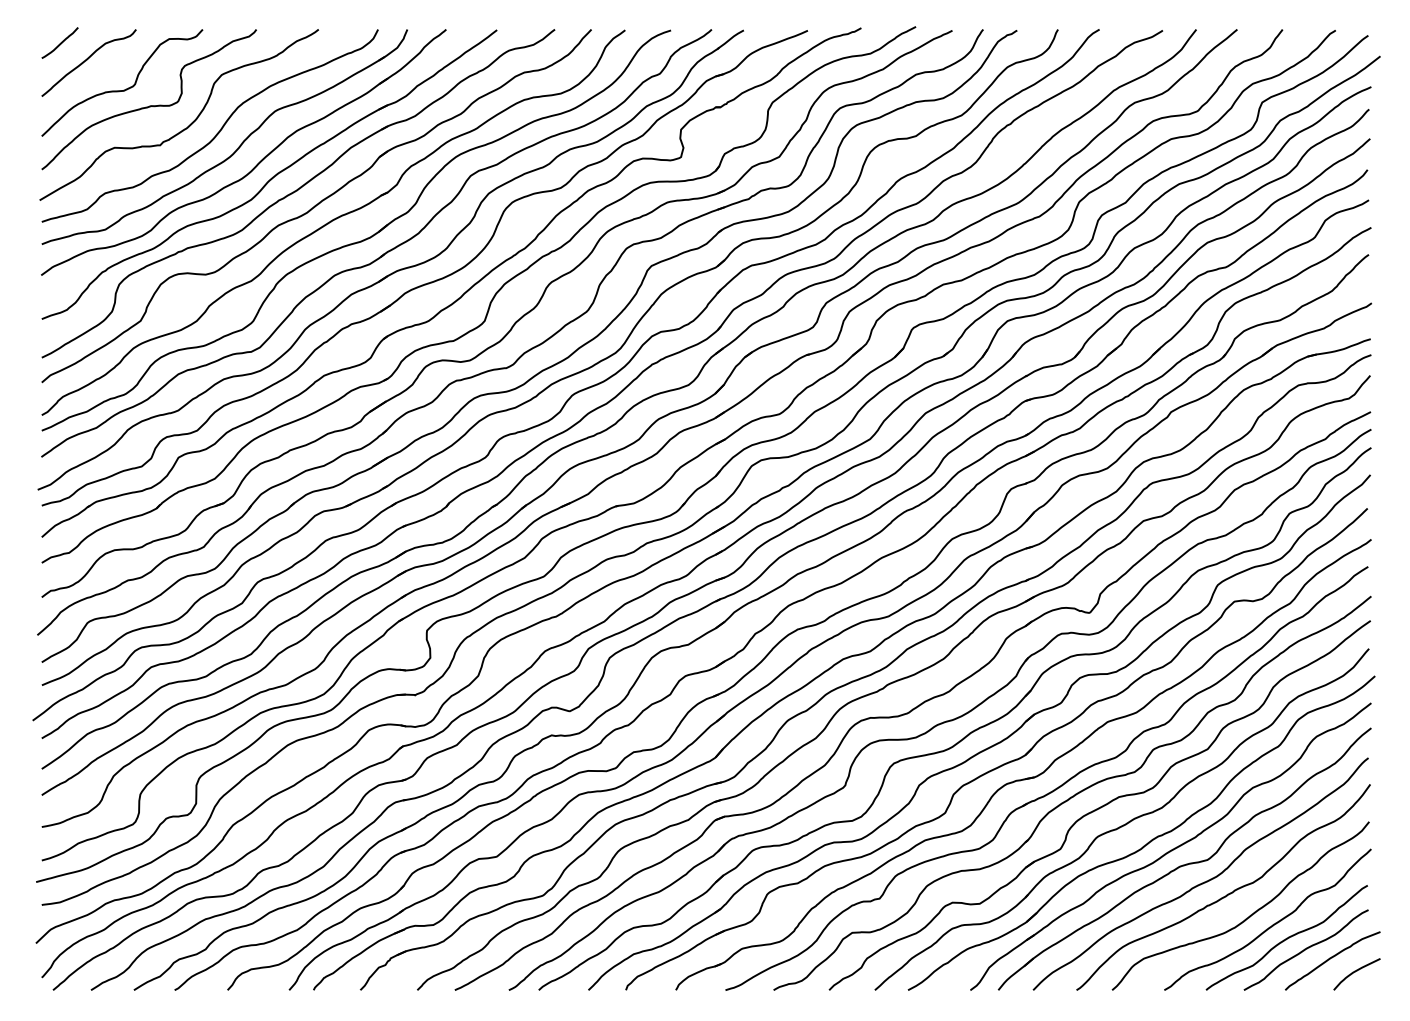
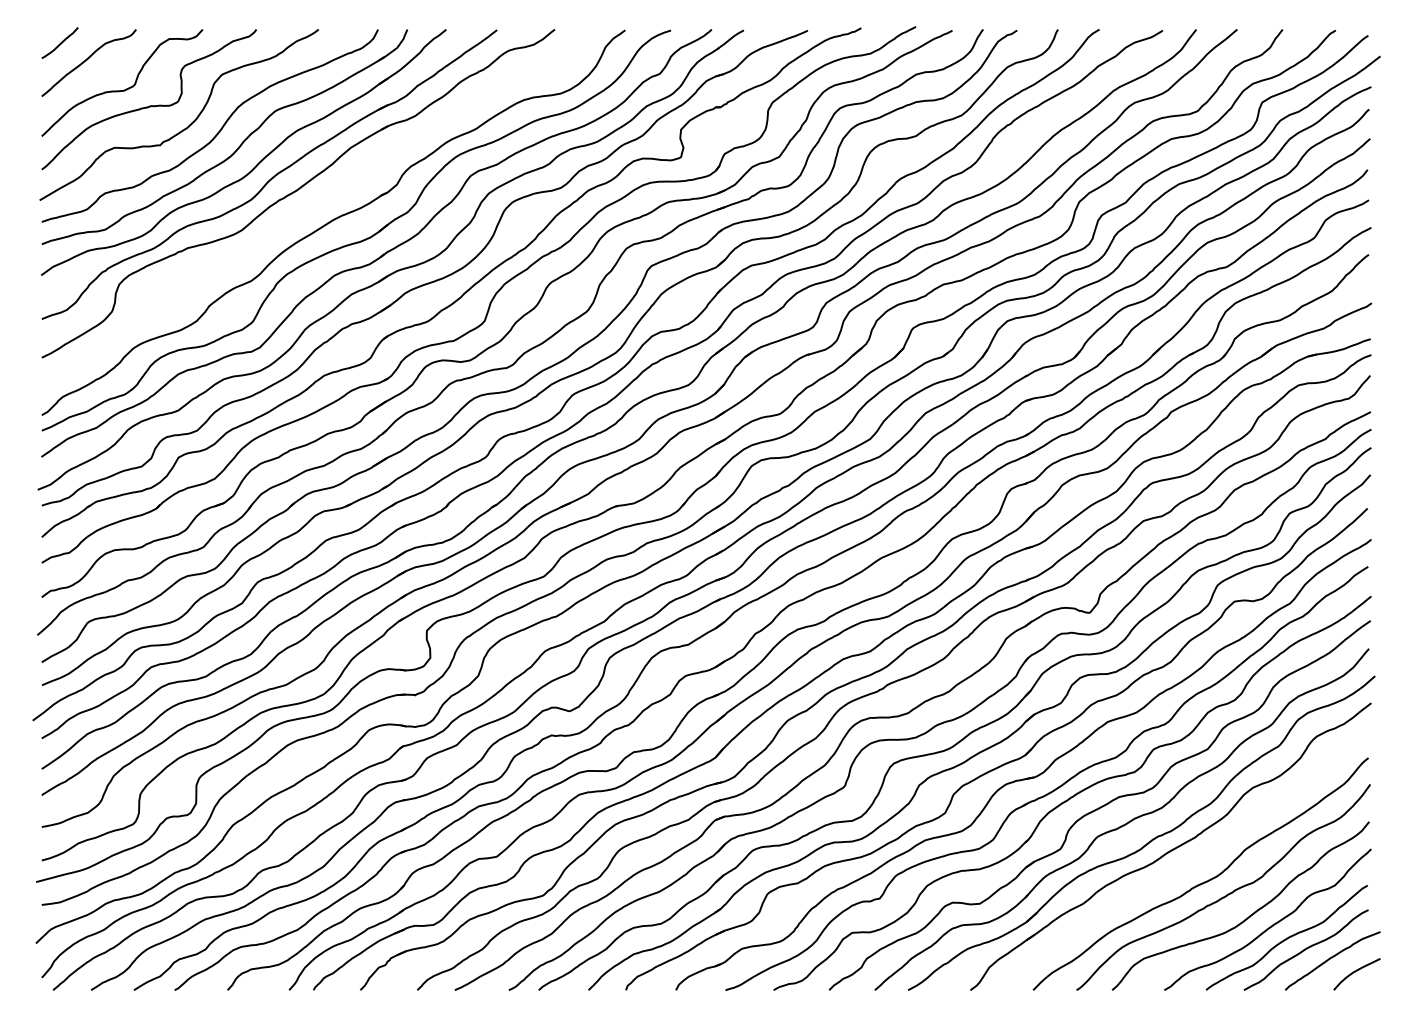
part at (316, 206): present -> none
part at (1184, 858): present -> none
